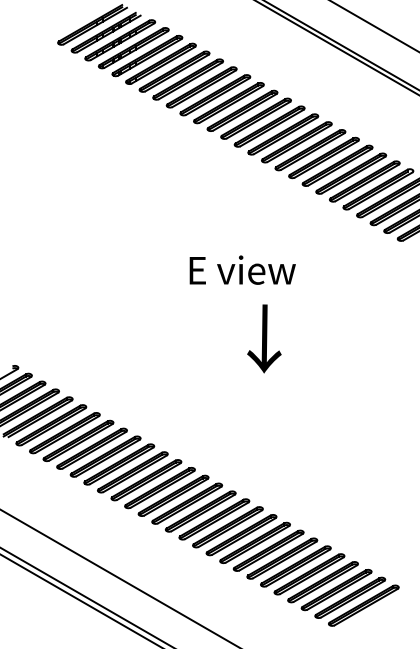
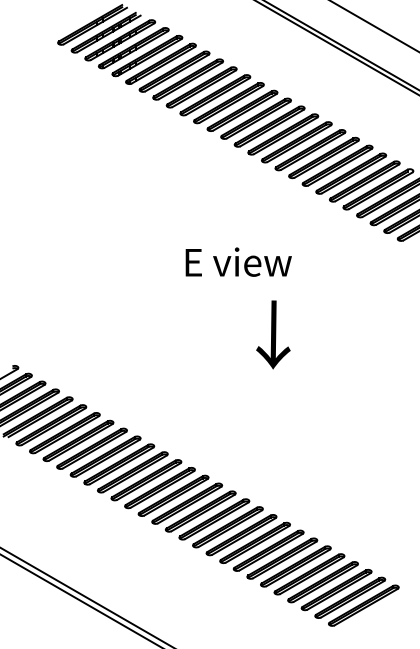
text at (242, 269) position: (242, 269) -> (238, 261)
text at (264, 338) position: (264, 338) -> (273, 334)
line at (119, 577): present -> none
